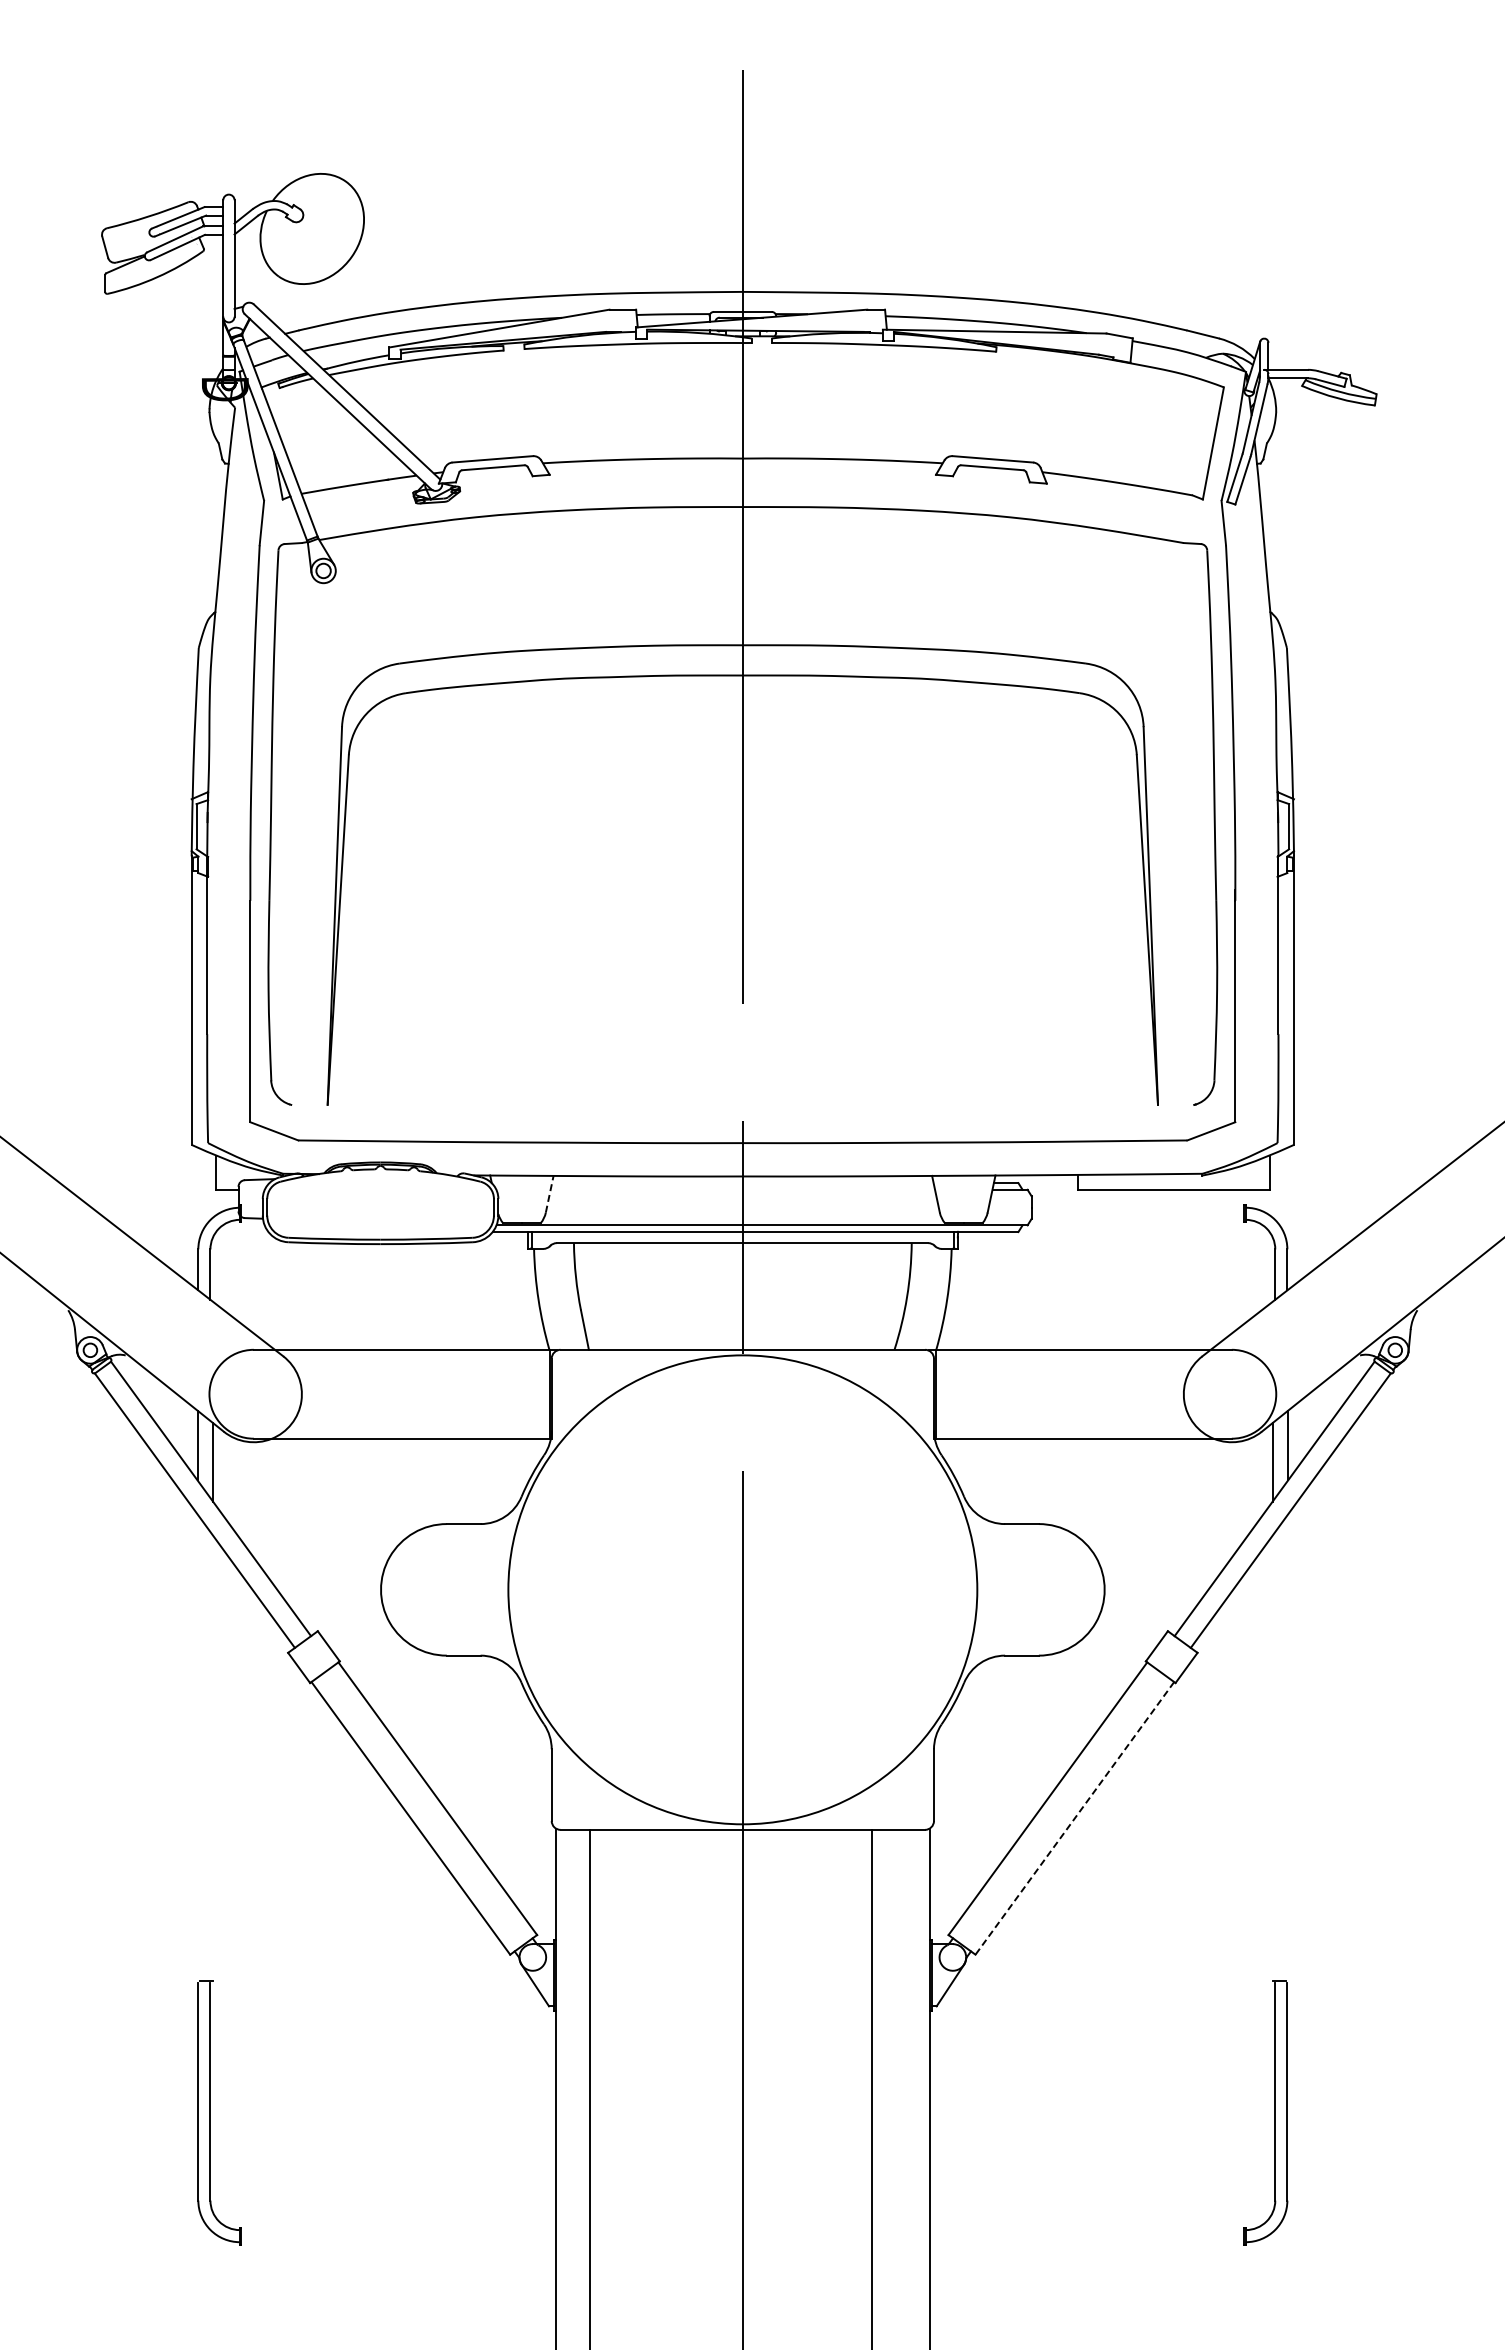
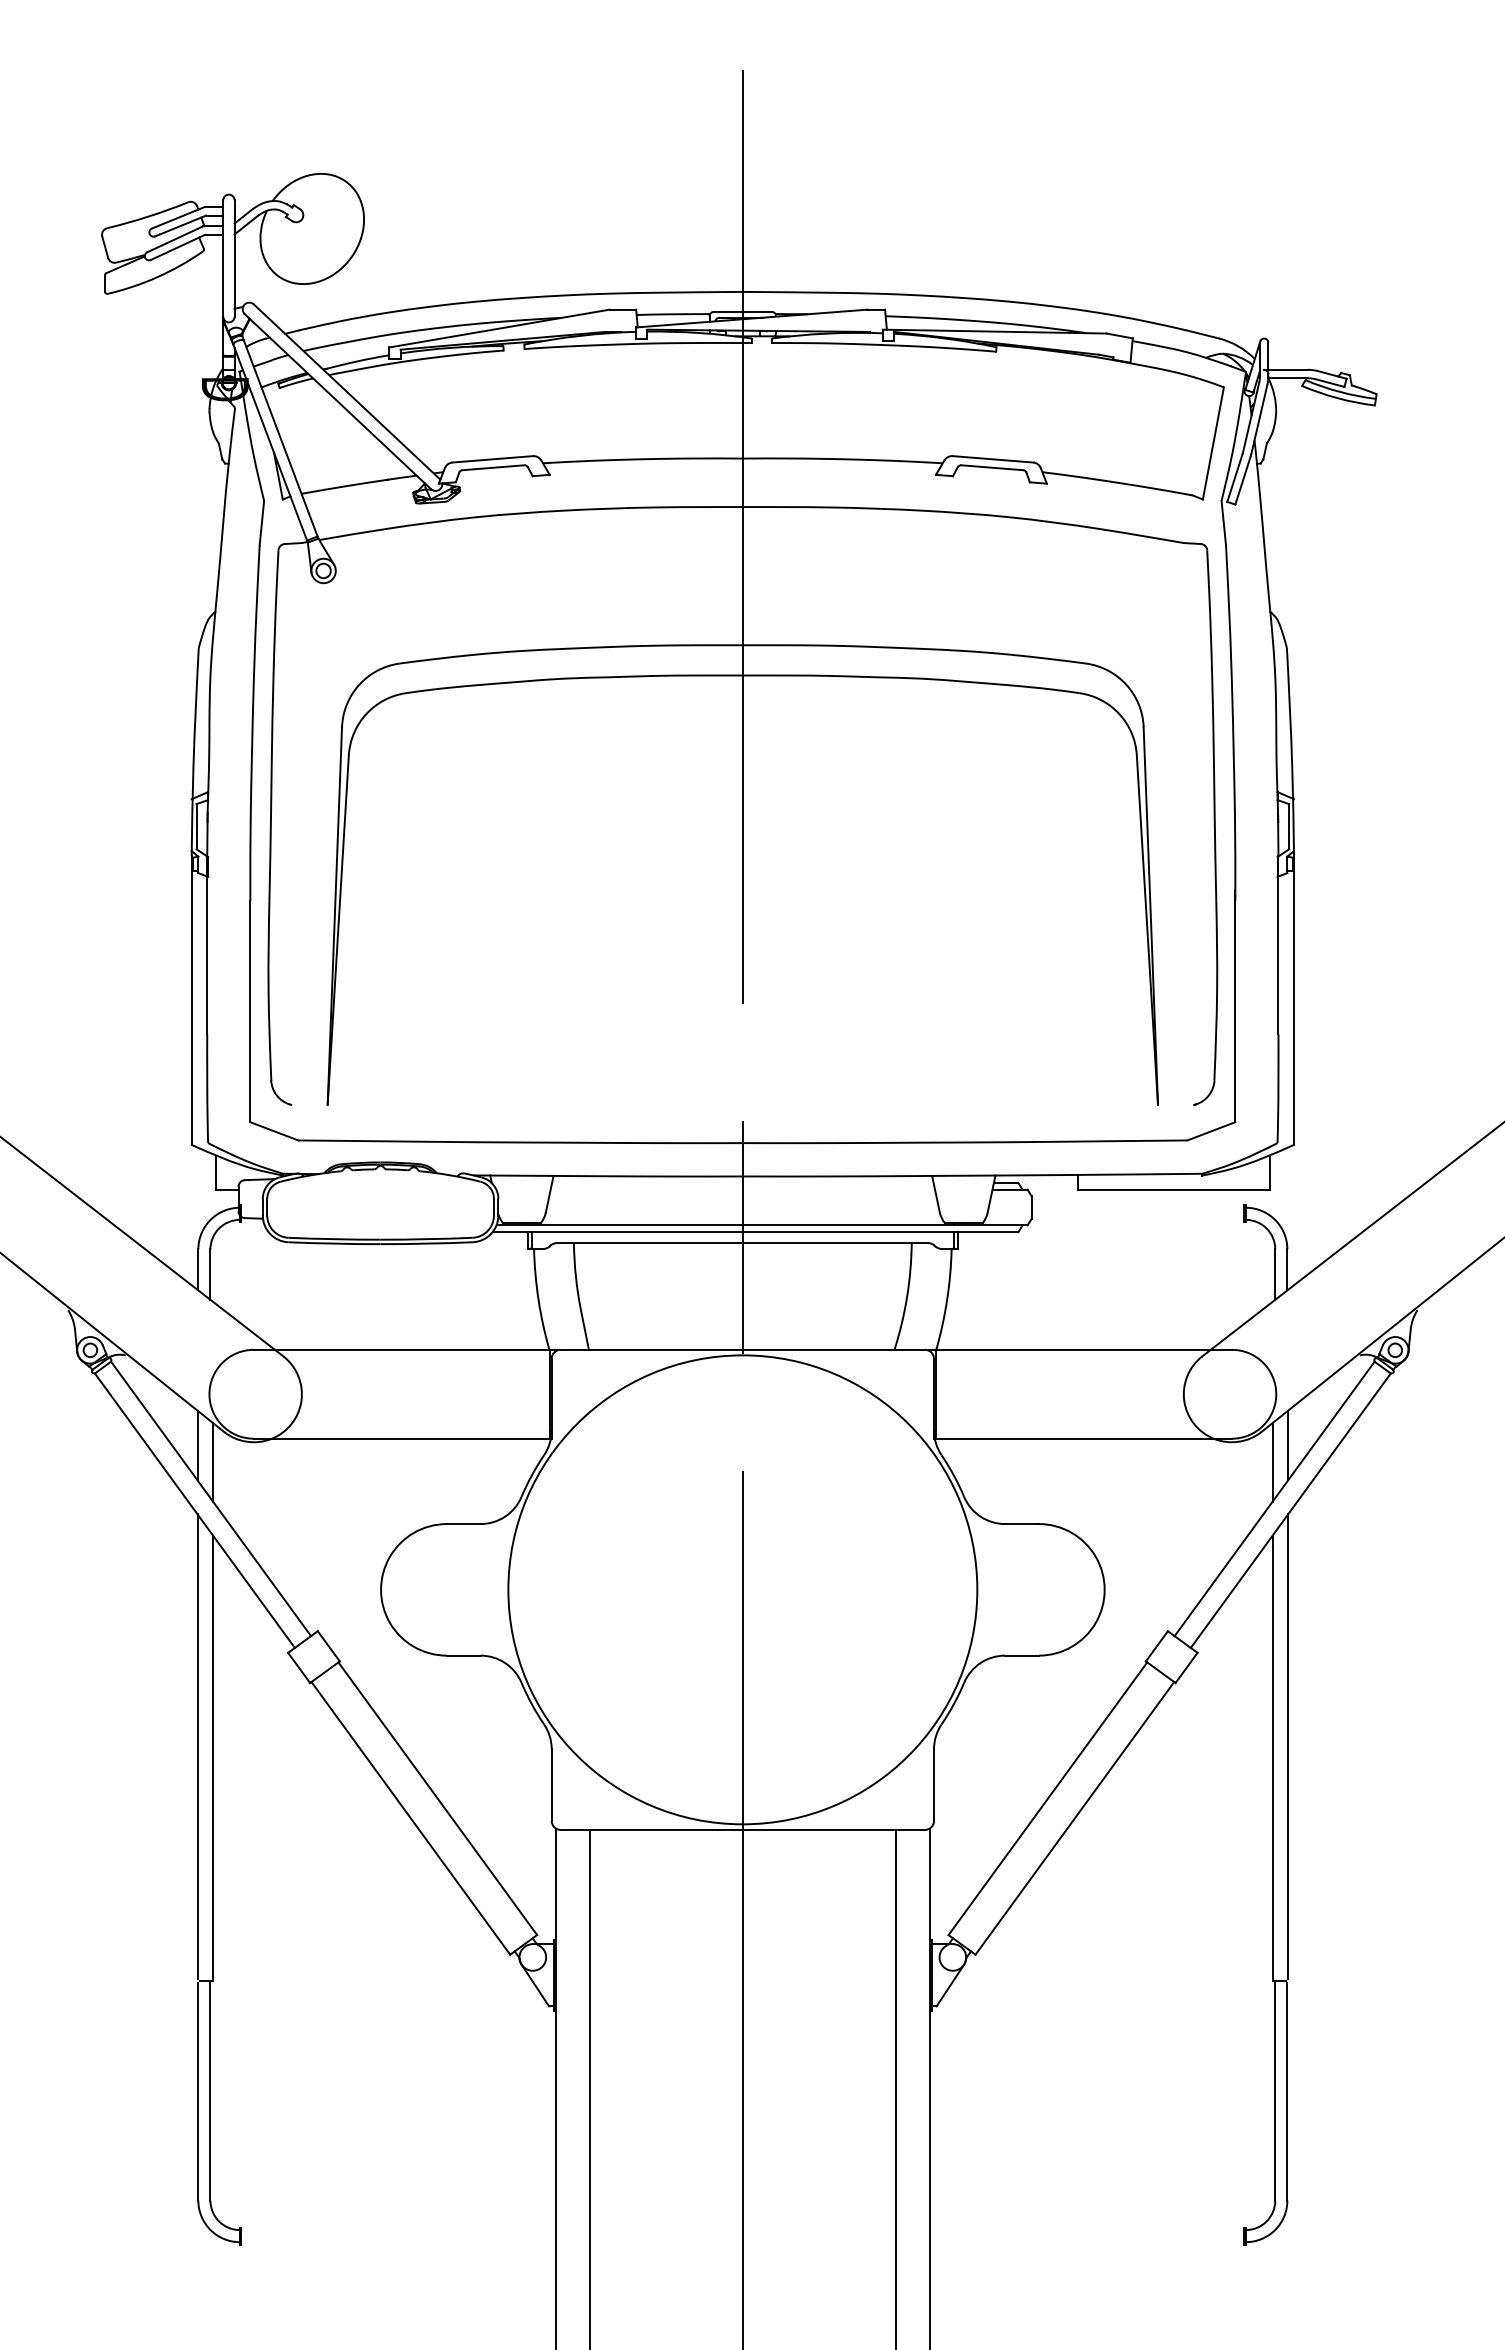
line at (549, 1194): dashed -> solid
line at (197, 1746): none -> present
line at (1288, 1746): none -> present
line at (213, 1756): none -> present
line at (1272, 1756): none -> present
line at (1074, 1818): dashed -> solid
line at (872, 2087) position: (872, 2087) -> (896, 2087)
